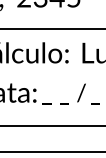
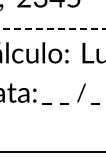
line at (52, 29): solid -> dashed
line at (52, 125): present -> none
